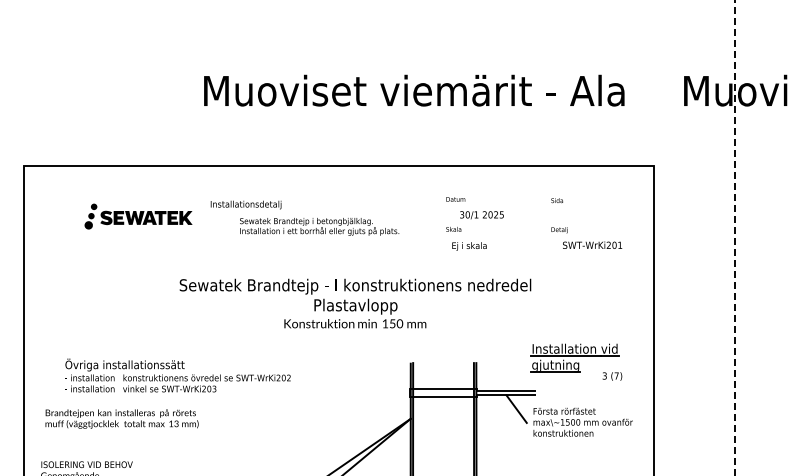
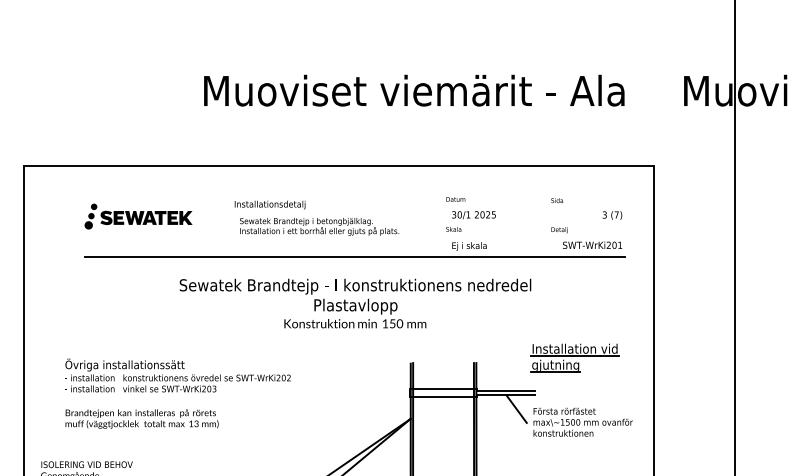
text at (245, 204) position: (245, 204) -> (269, 204)
text at (481, 215) position: (481, 215) -> (473, 215)
line at (734, 237): dashed -> solid
line at (355, 257): none -> present
text at (612, 376) position: (612, 376) -> (612, 215)
text at (121, 418) position: (121, 418) -> (141, 418)
